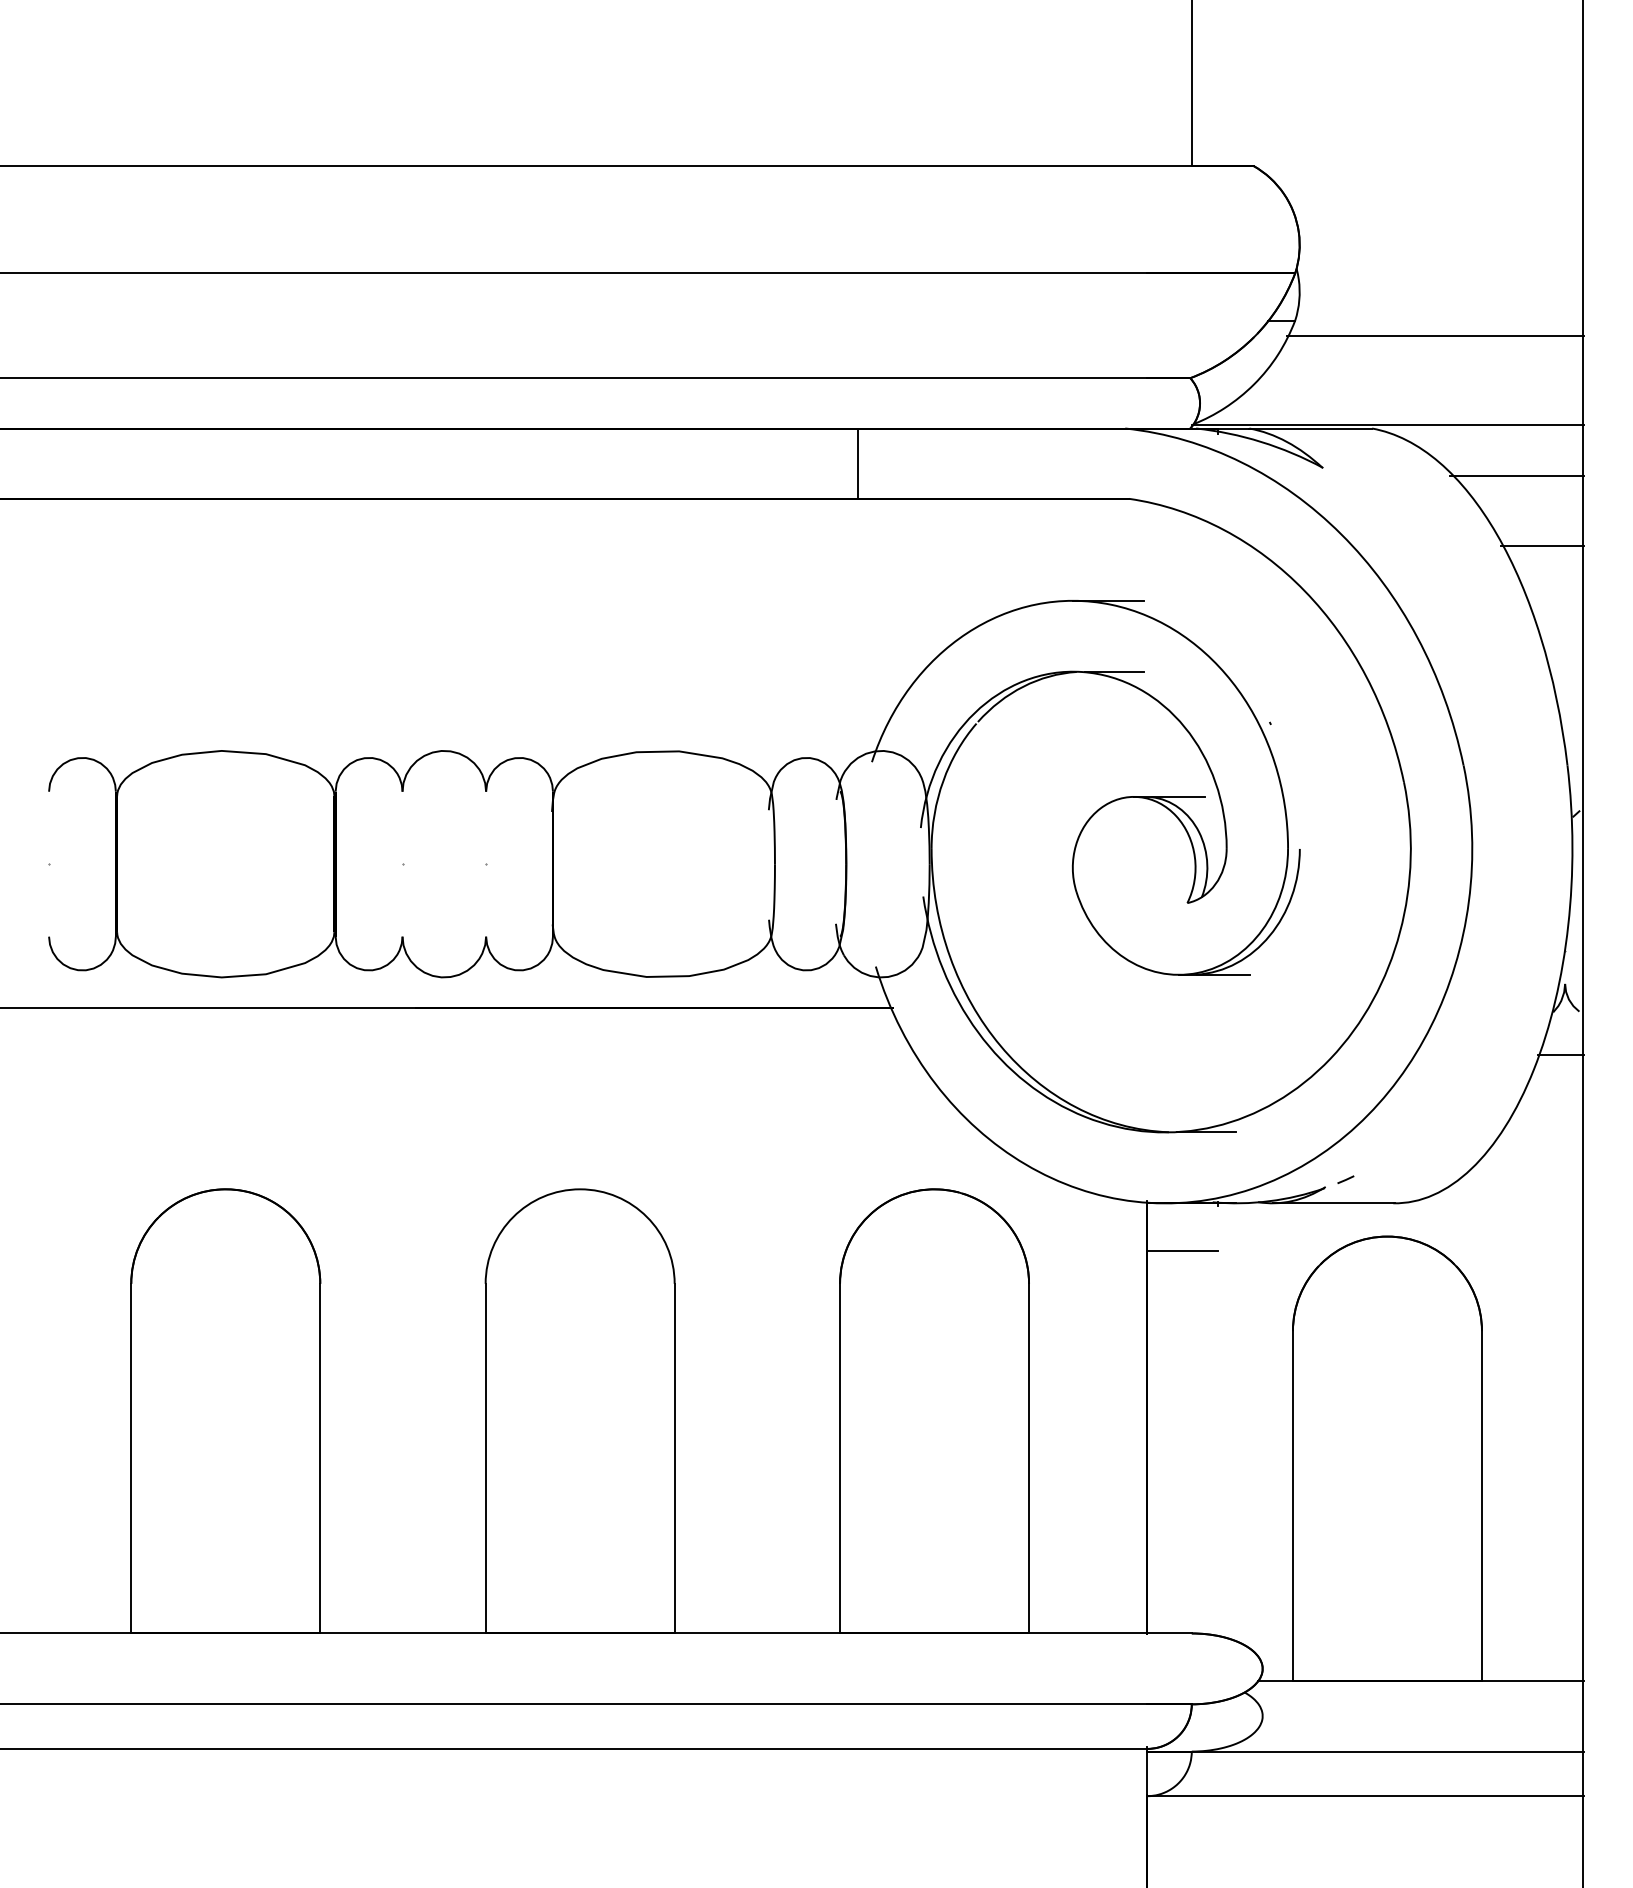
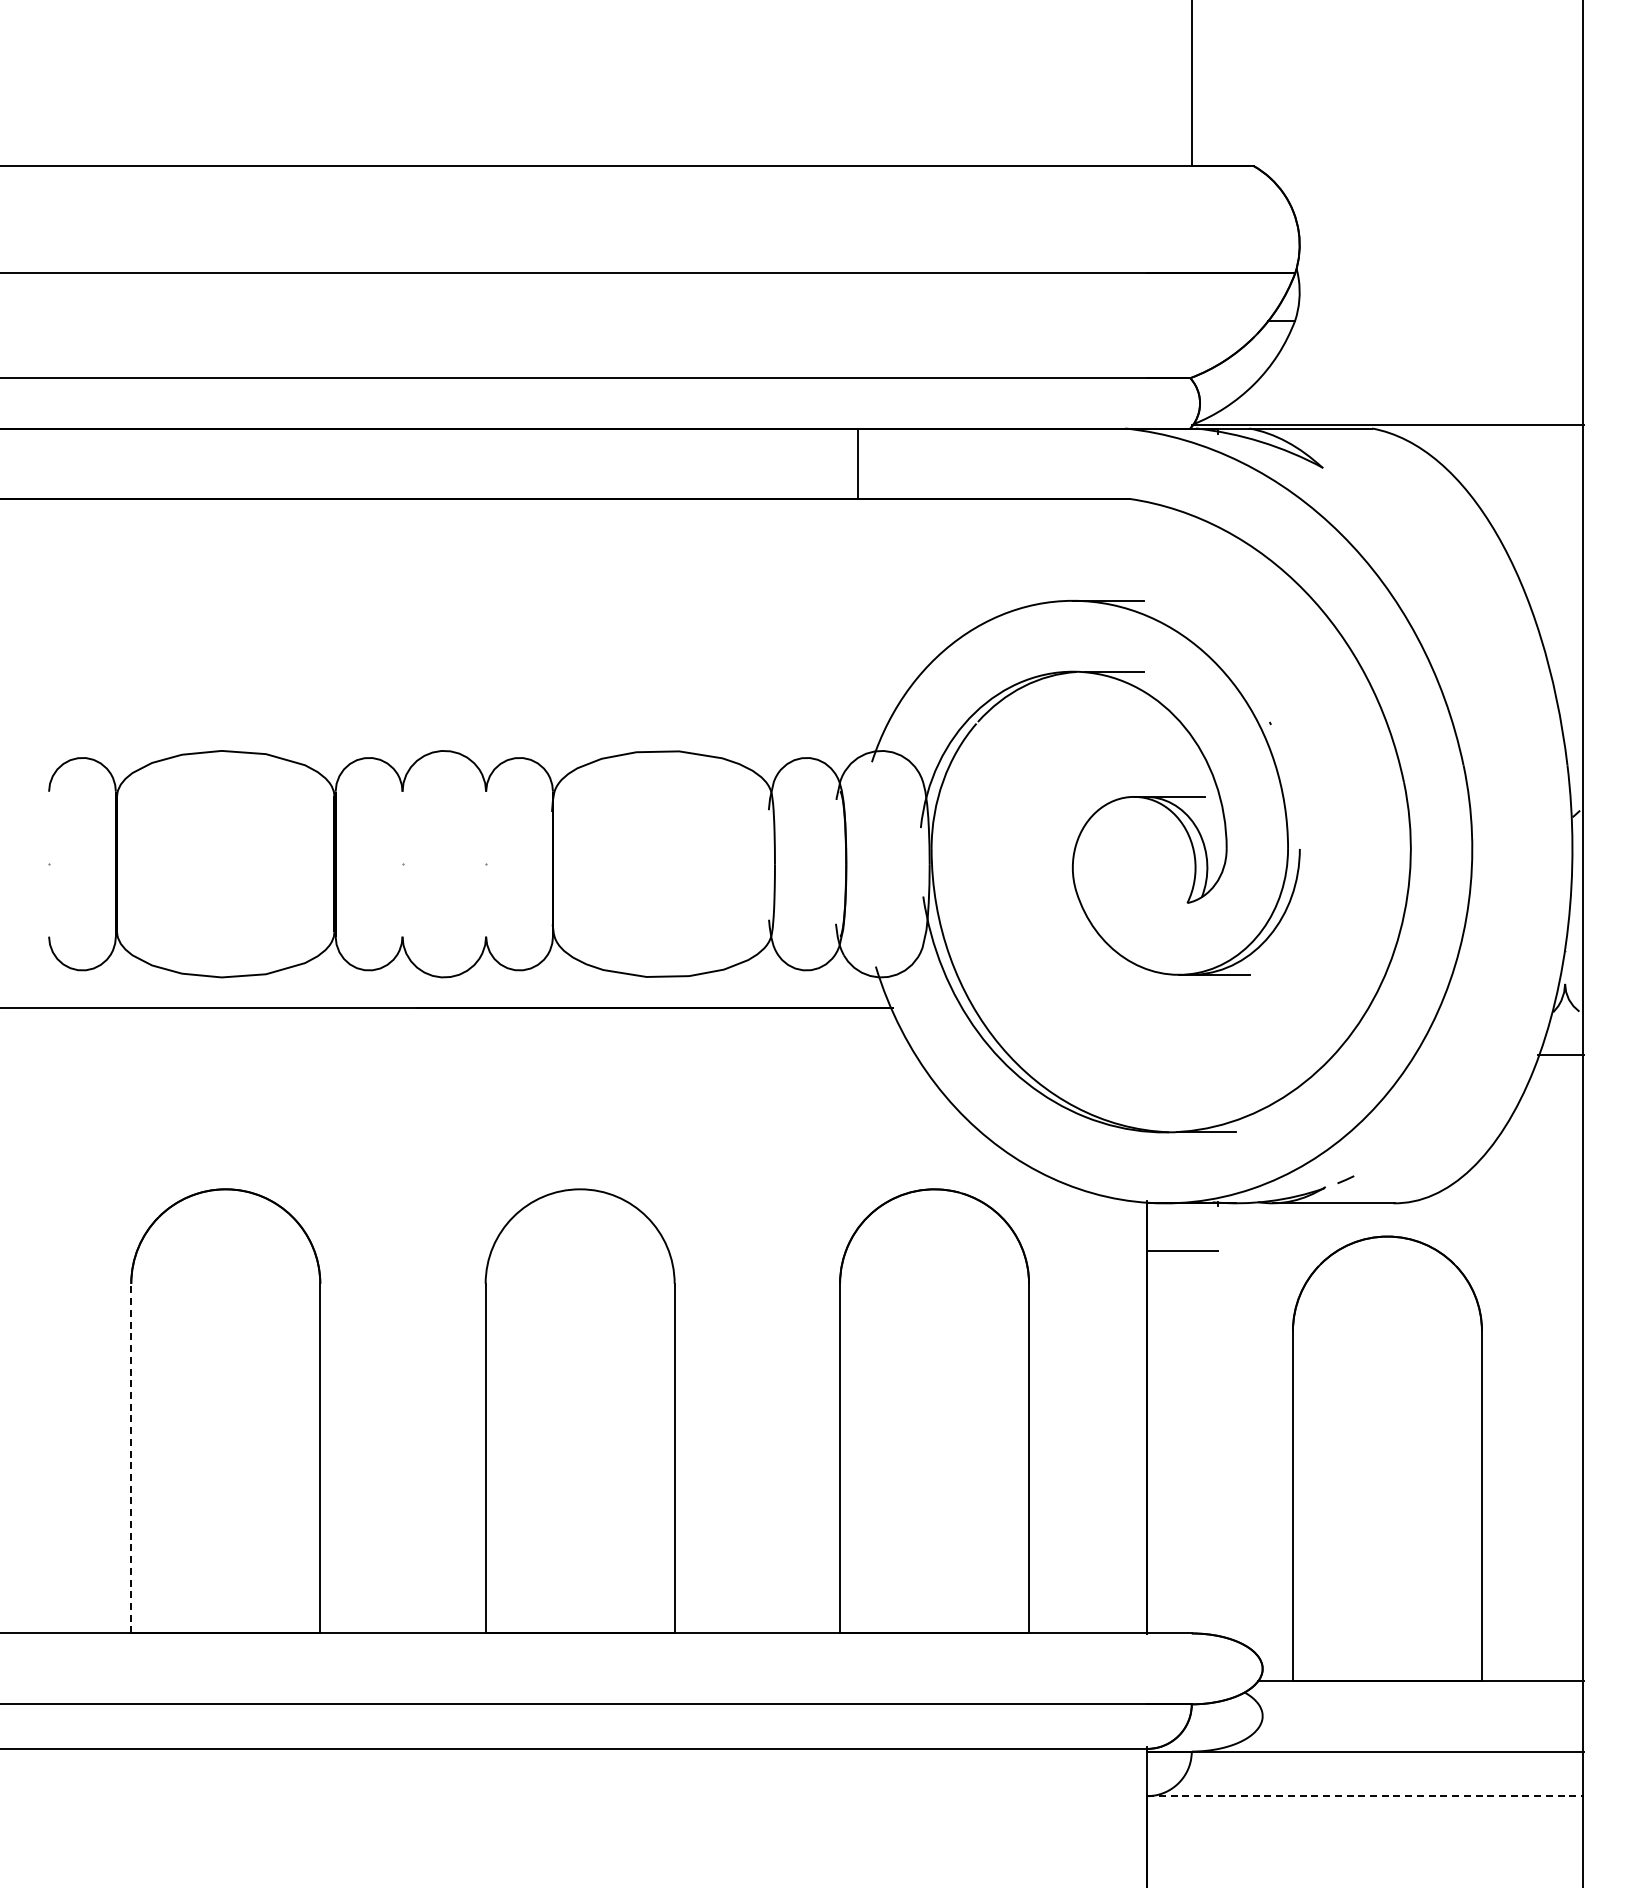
line at (1435, 336): present -> none
line at (1516, 475): present -> none
line at (1542, 546): present -> none
line at (131, 1458): solid -> dashed
line at (1366, 1796): solid -> dashed
